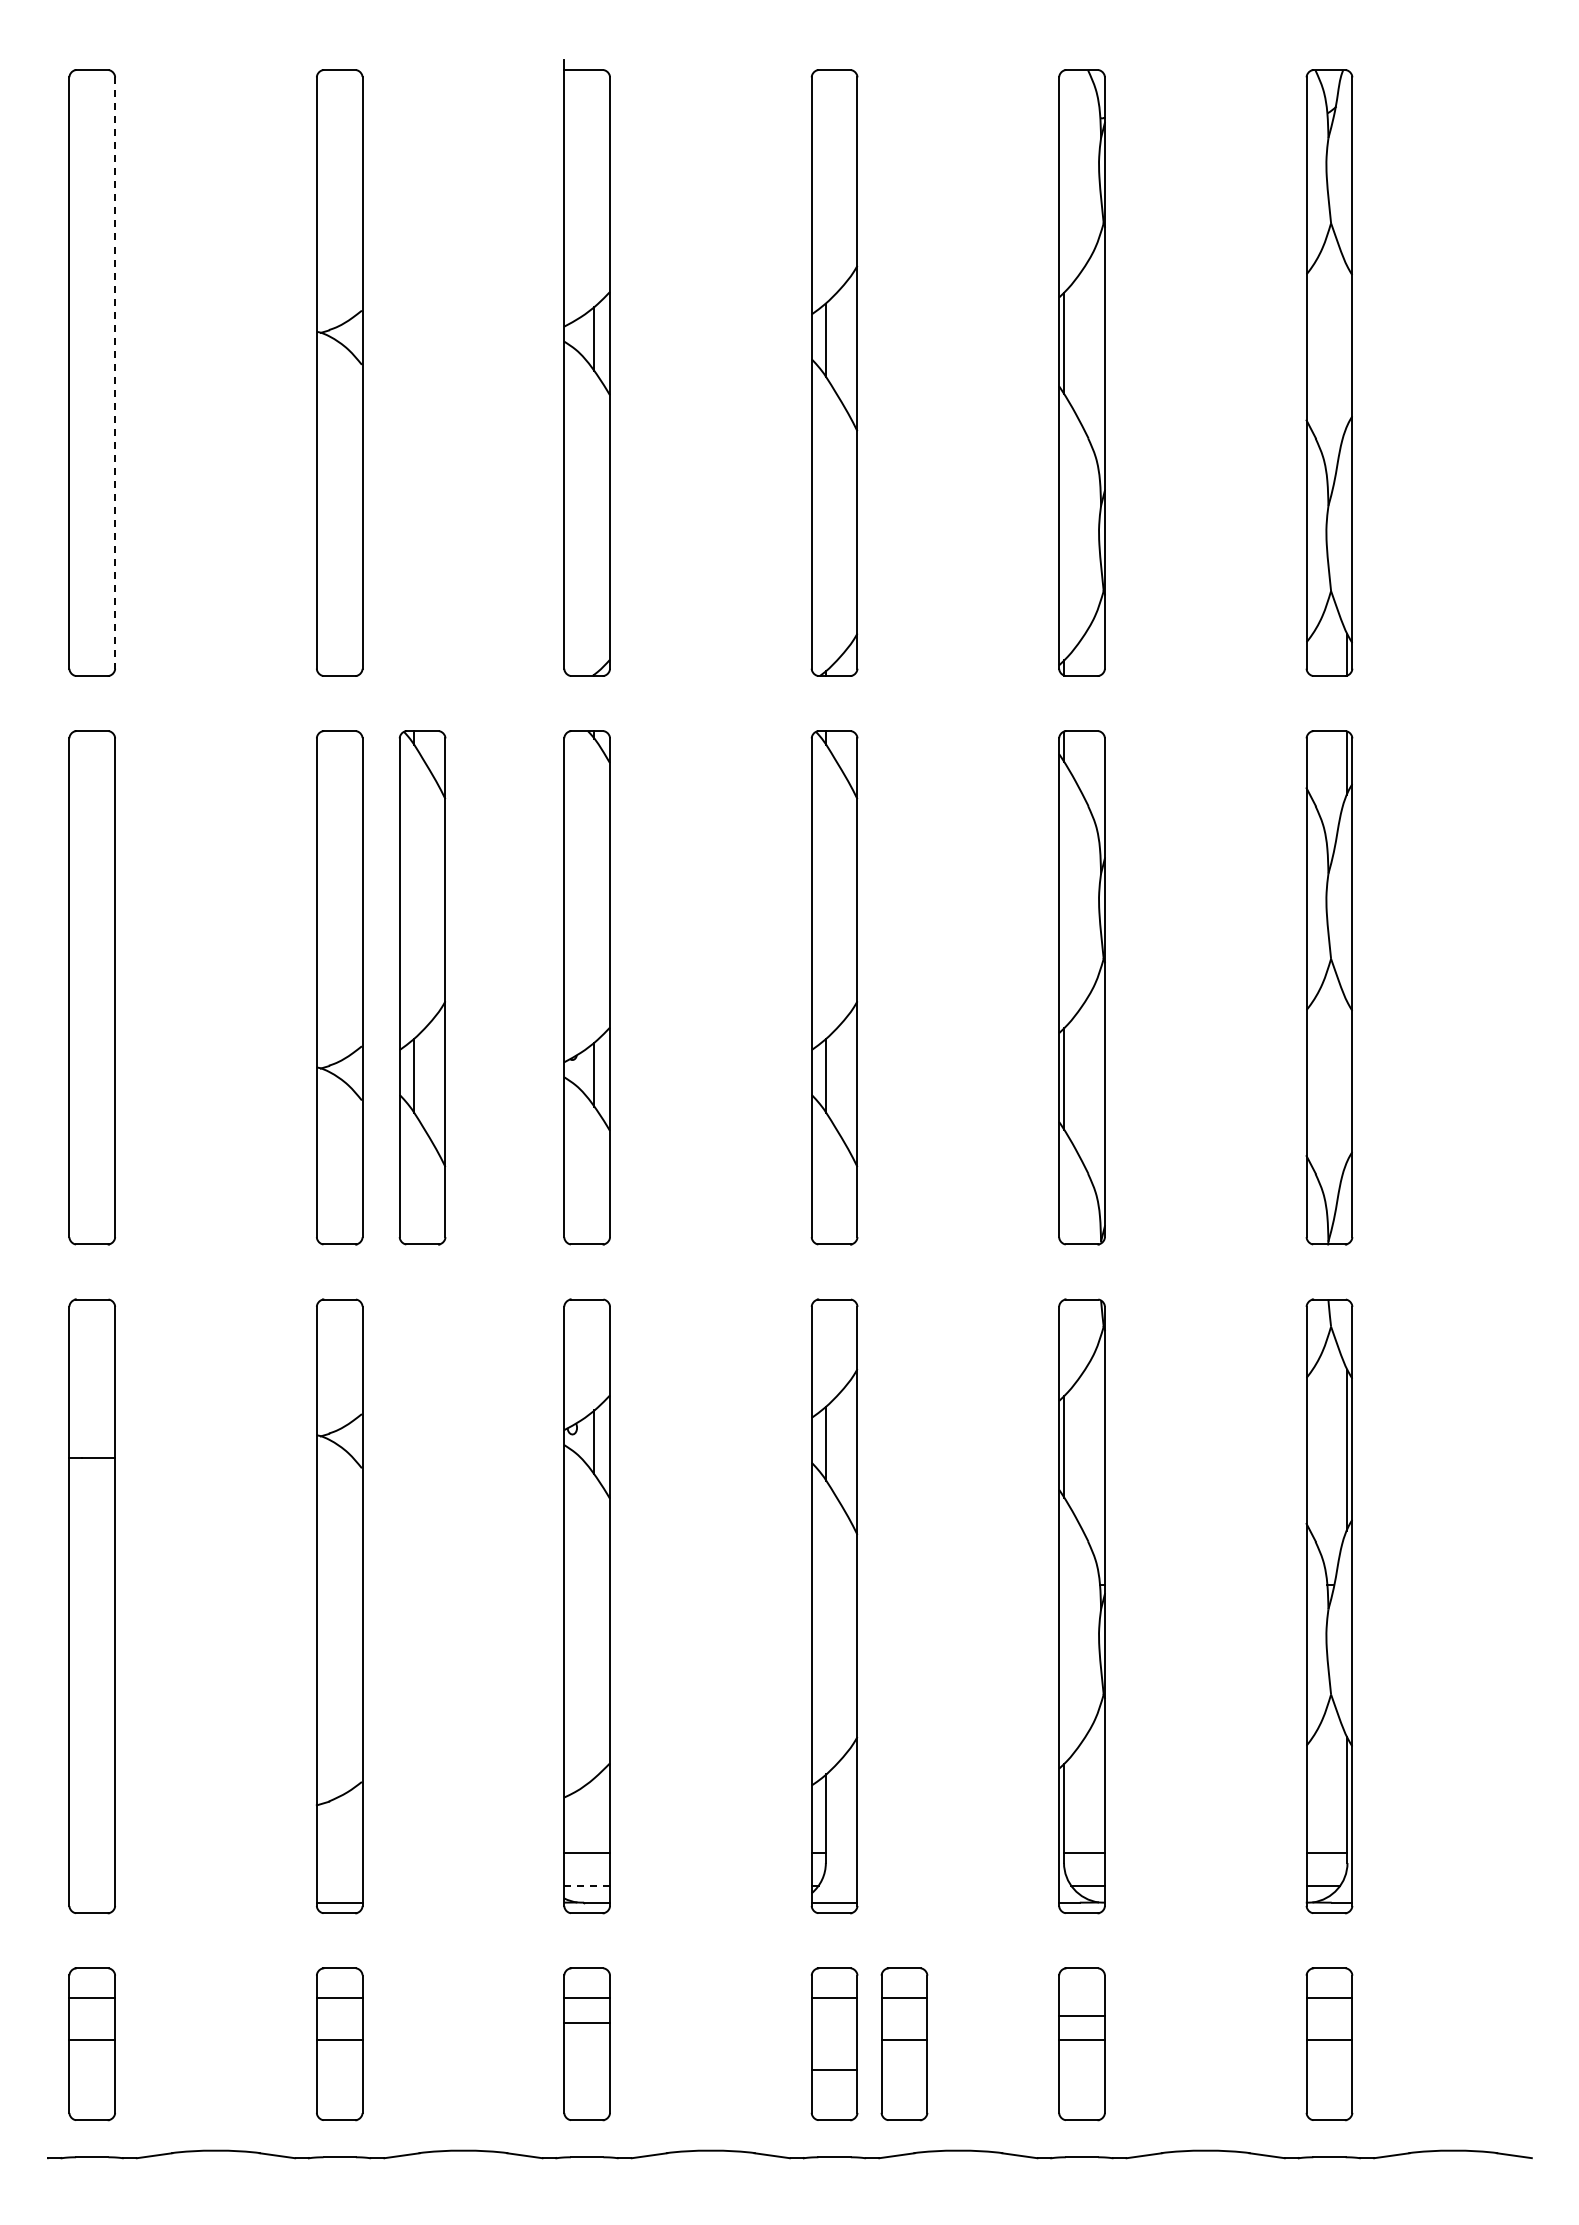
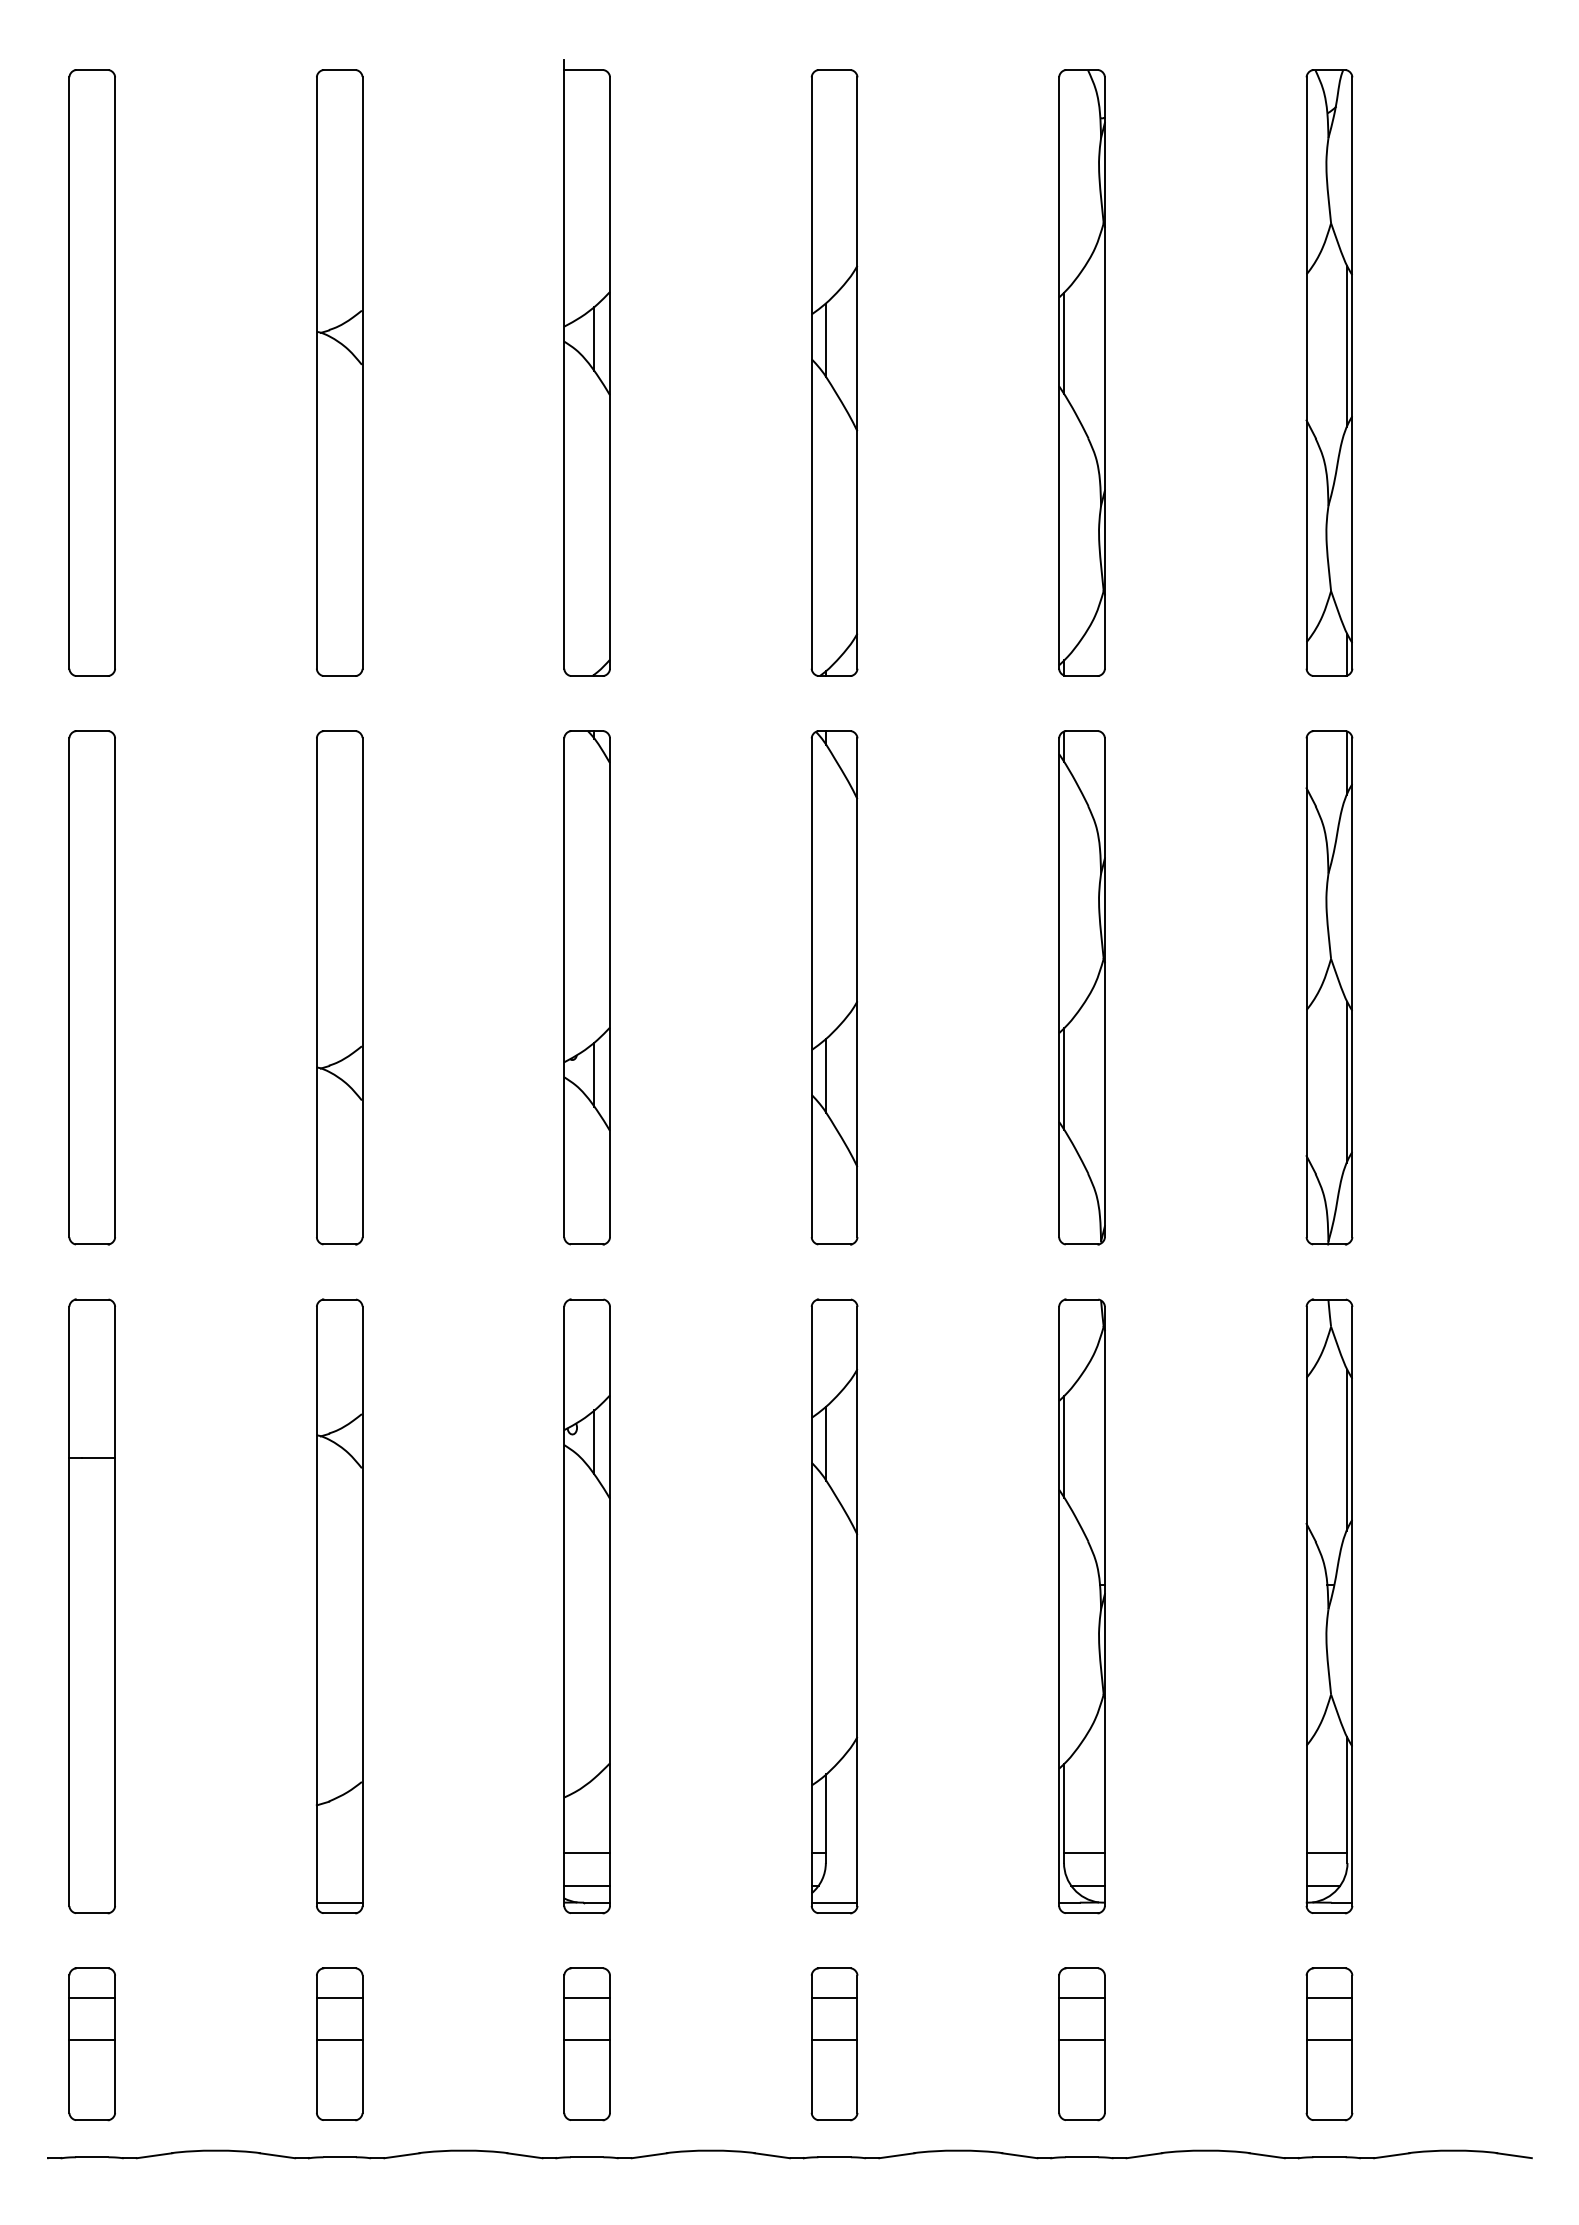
line at (1347, 346): none -> present
line at (115, 373): dashed -> solid
part at (422, 987): present -> none
line at (1347, 1081): none -> present
line at (587, 1885): dashed -> solid
line at (1081, 2016) position: (1081, 2016) -> (1081, 1998)
line at (587, 2022) position: (587, 2022) -> (587, 2039)
part at (904, 2044): present -> none
line at (834, 2069) position: (834, 2069) -> (834, 2039)
